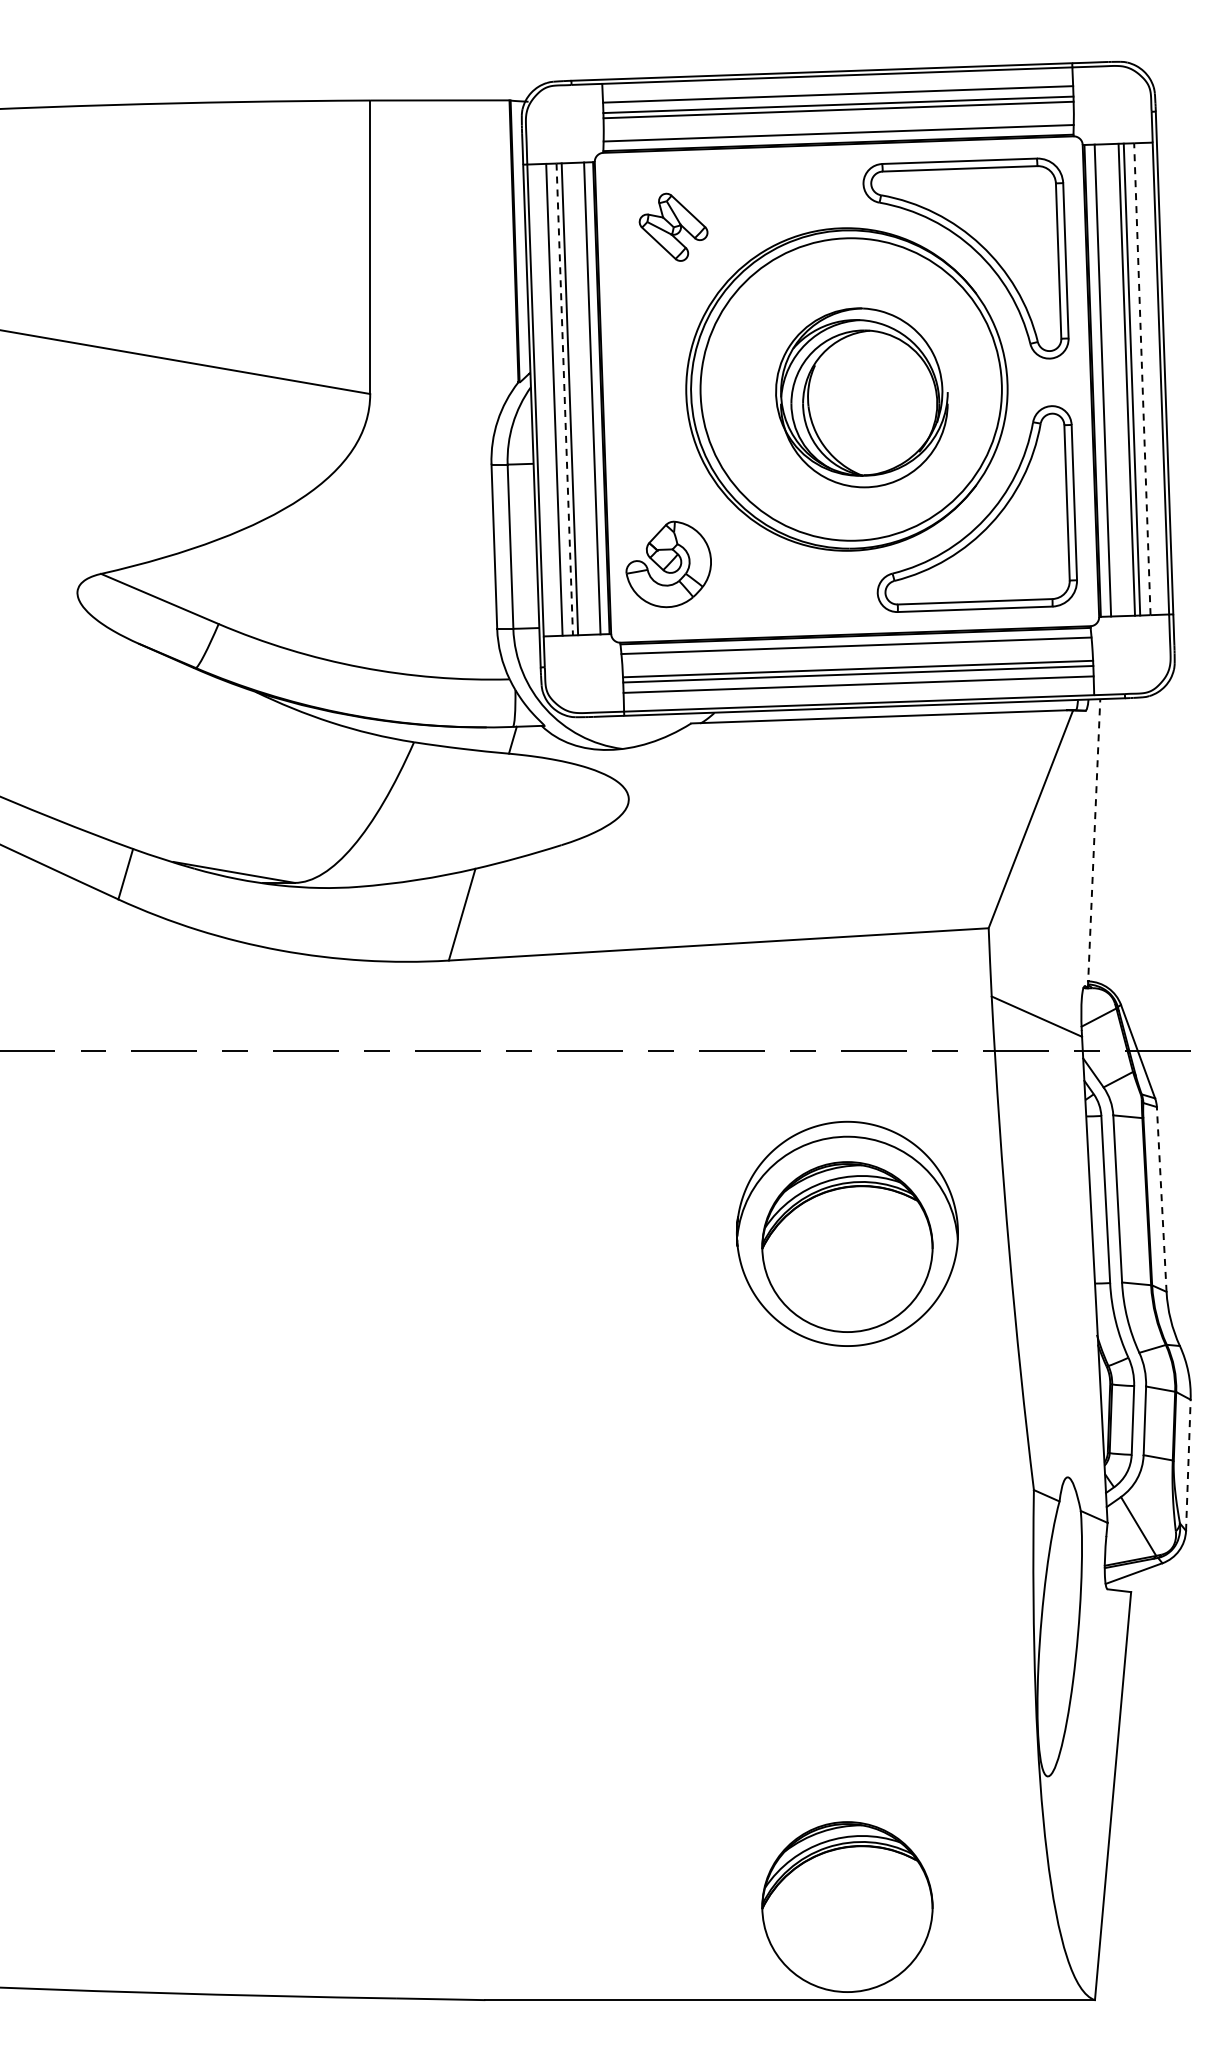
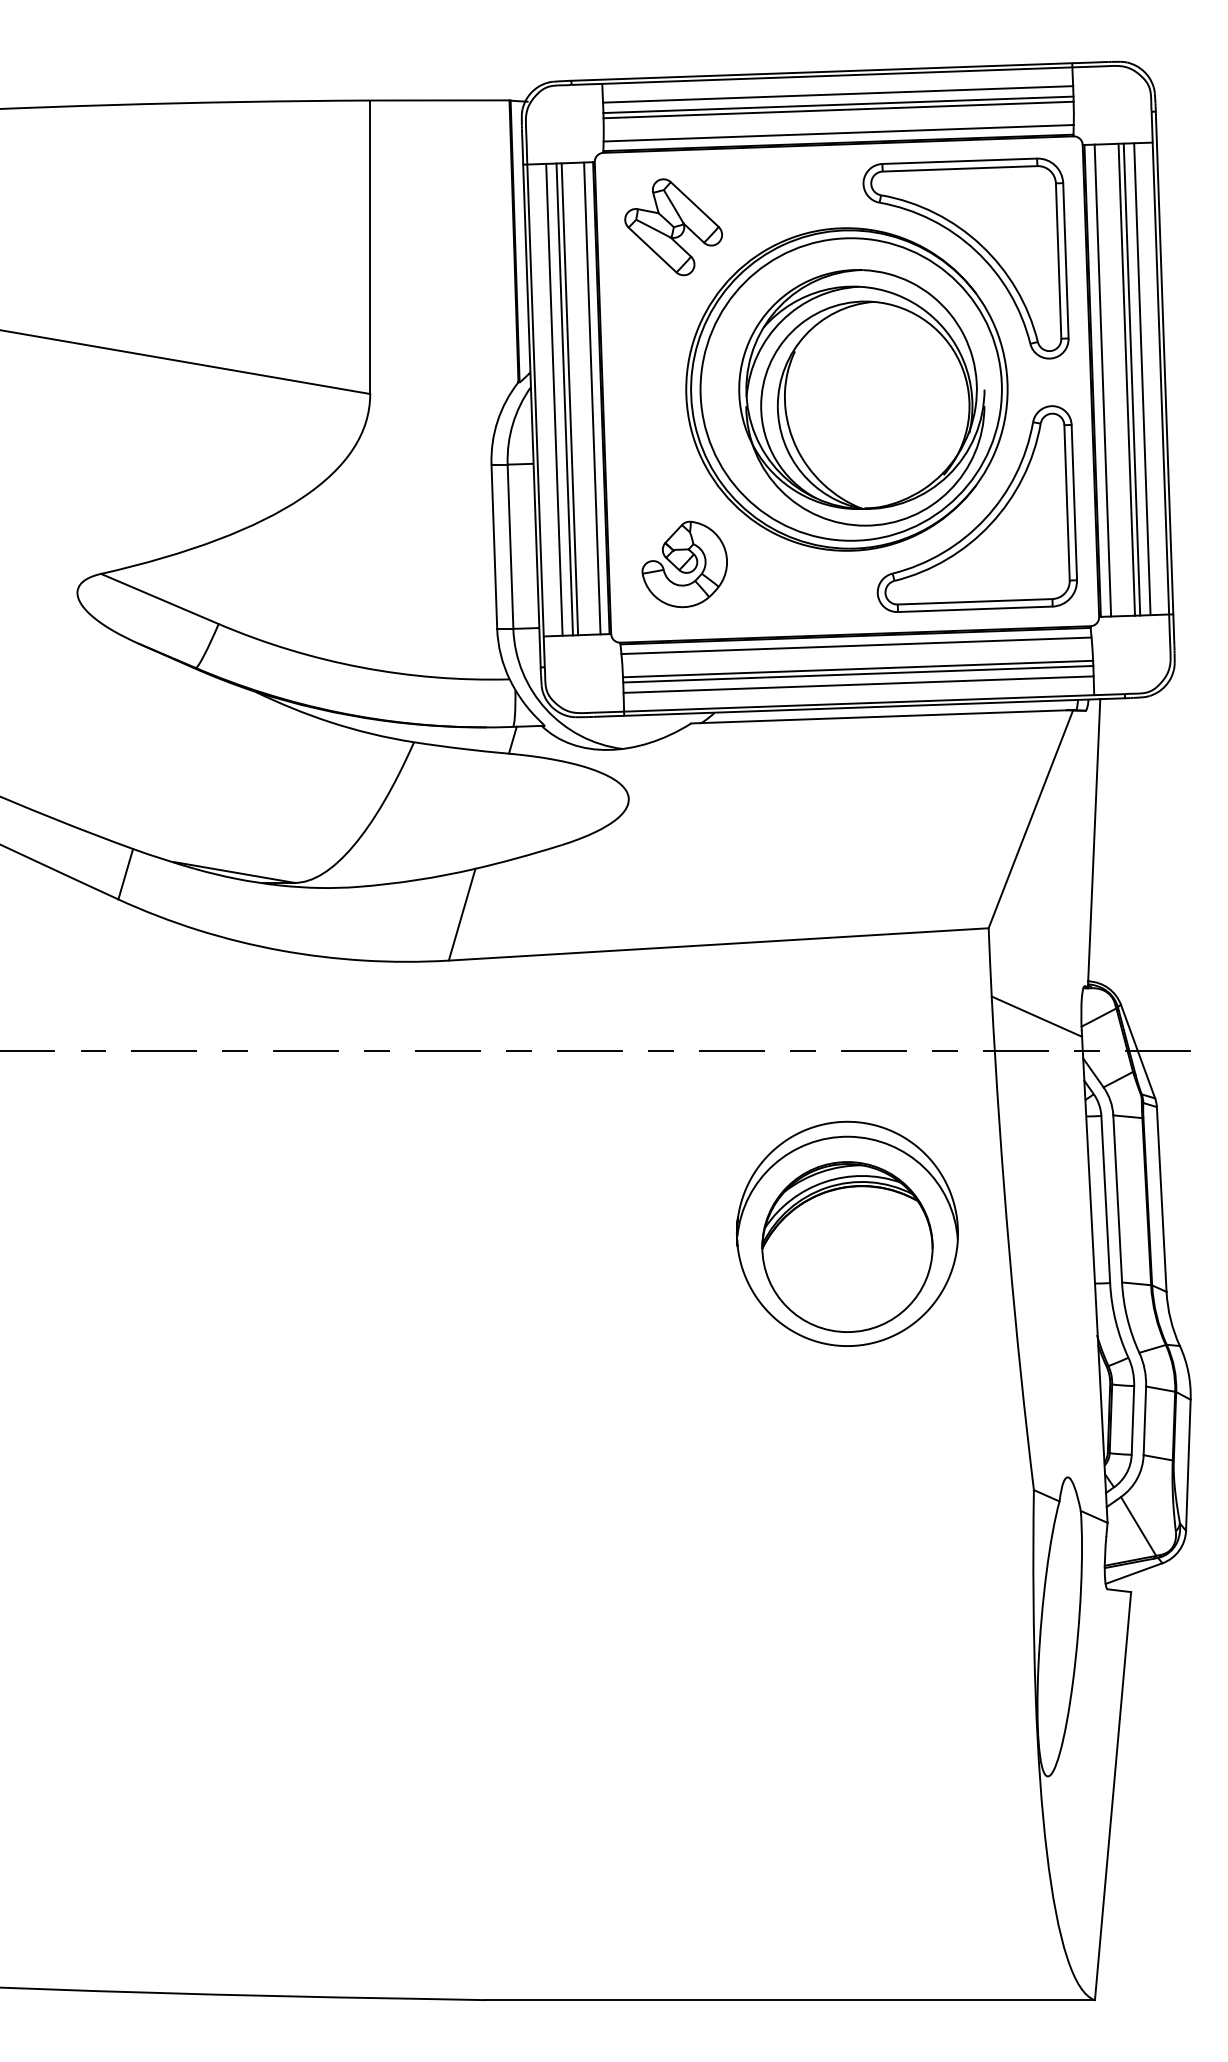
part at (673, 226) size: 71x70 px -> 99x99 px
line at (1142, 378): dashed -> solid
part at (861, 397) size: 174x182 px -> 248x258 px
line at (564, 399): dashed -> solid
part at (668, 564) position: (668, 564) -> (684, 564)
line at (1094, 842): dashed -> solid
line at (1161, 1199): dashed -> solid
line at (1188, 1465): dashed -> solid
part at (847, 1906): present -> none
